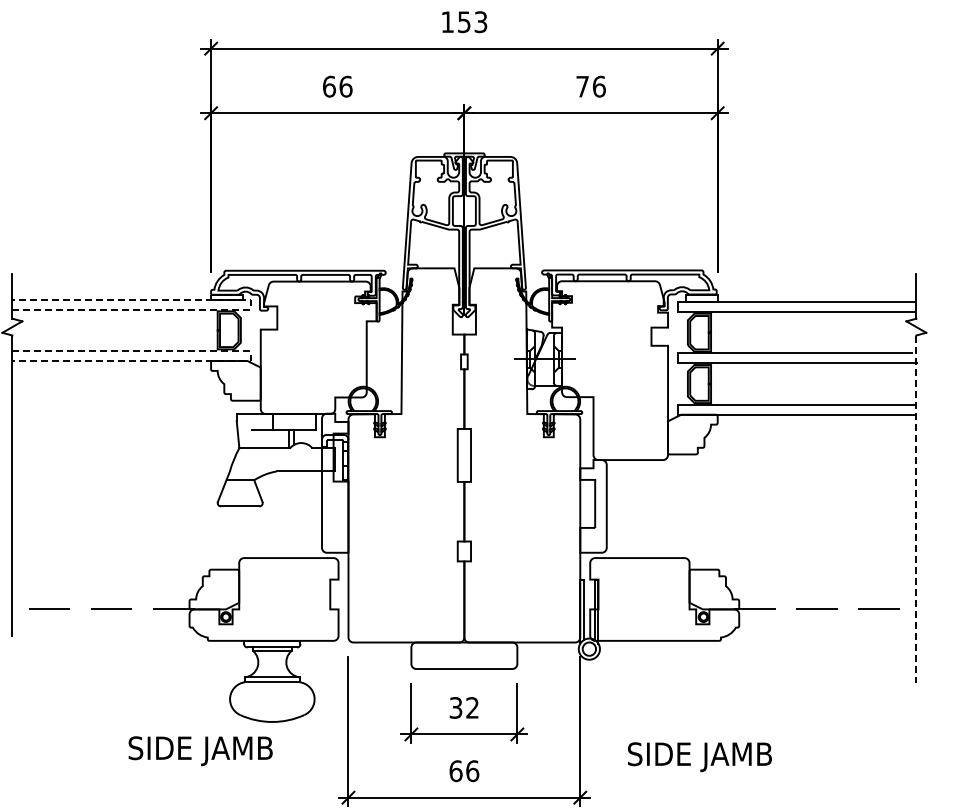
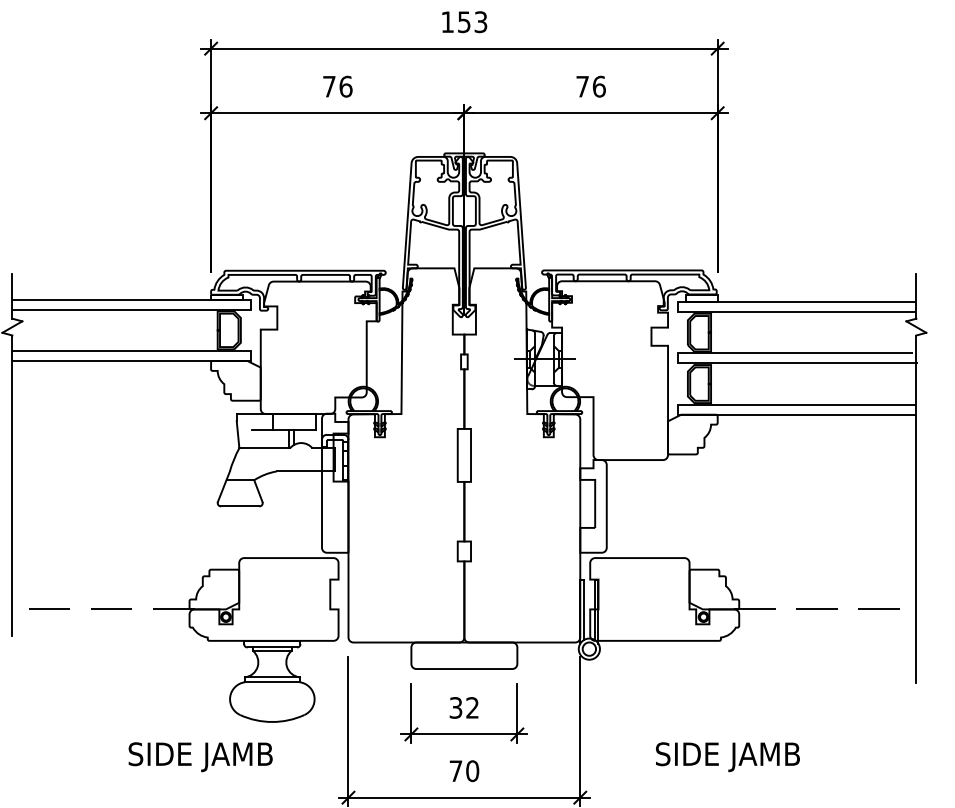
text at (329, 86): 66 -> 76
line at (250, 304): dashed -> solid
line at (250, 356): dashed -> solid
line at (916, 509): dashed -> solid
text at (200, 751) position: (200, 751) -> (200, 757)
text at (699, 757) position: (699, 757) -> (727, 757)
text at (464, 771): 66 -> 70
